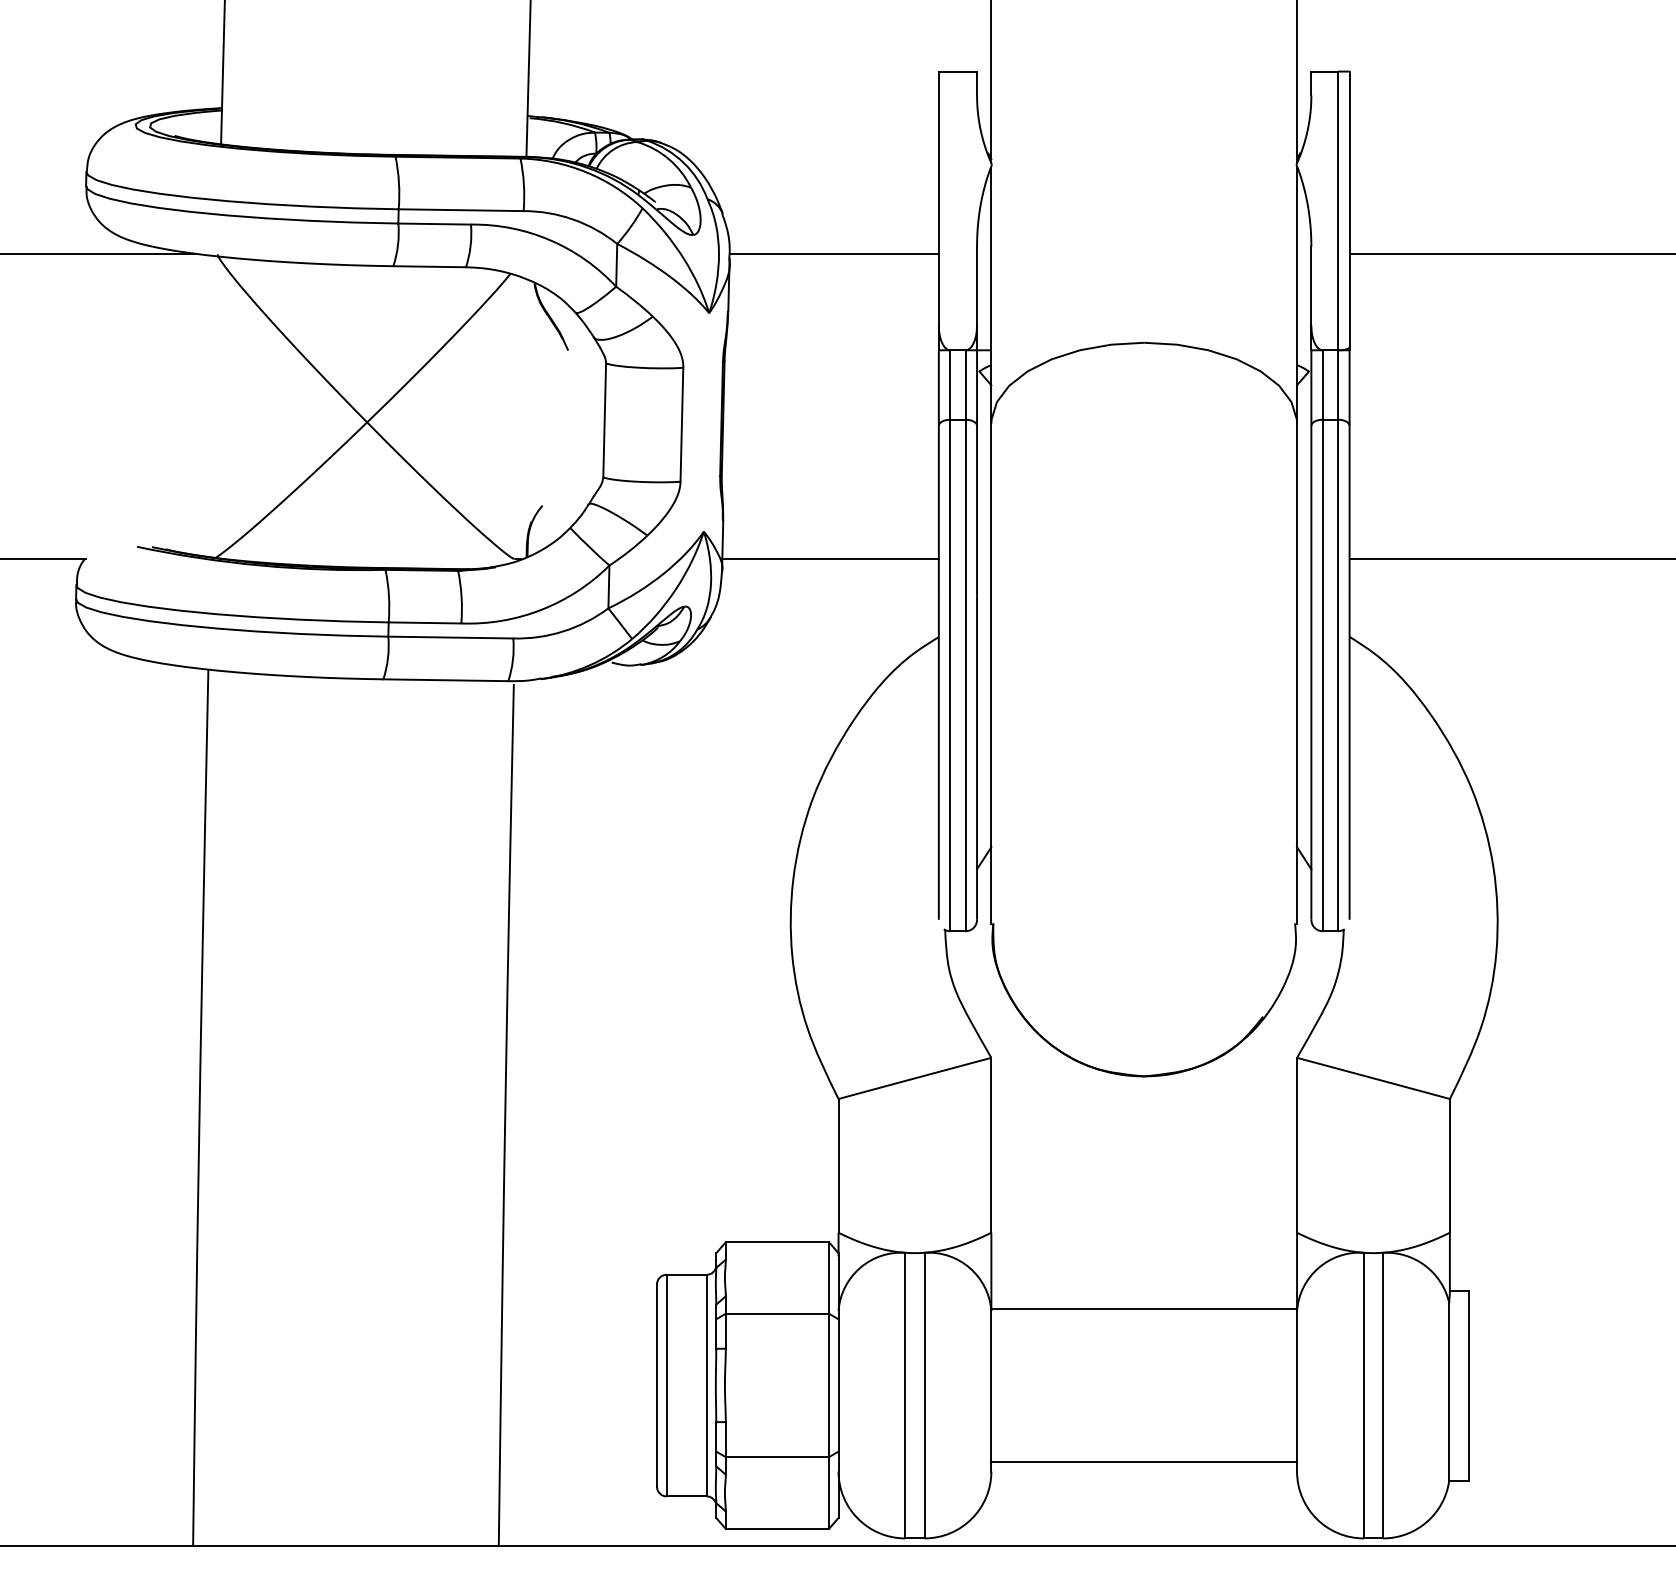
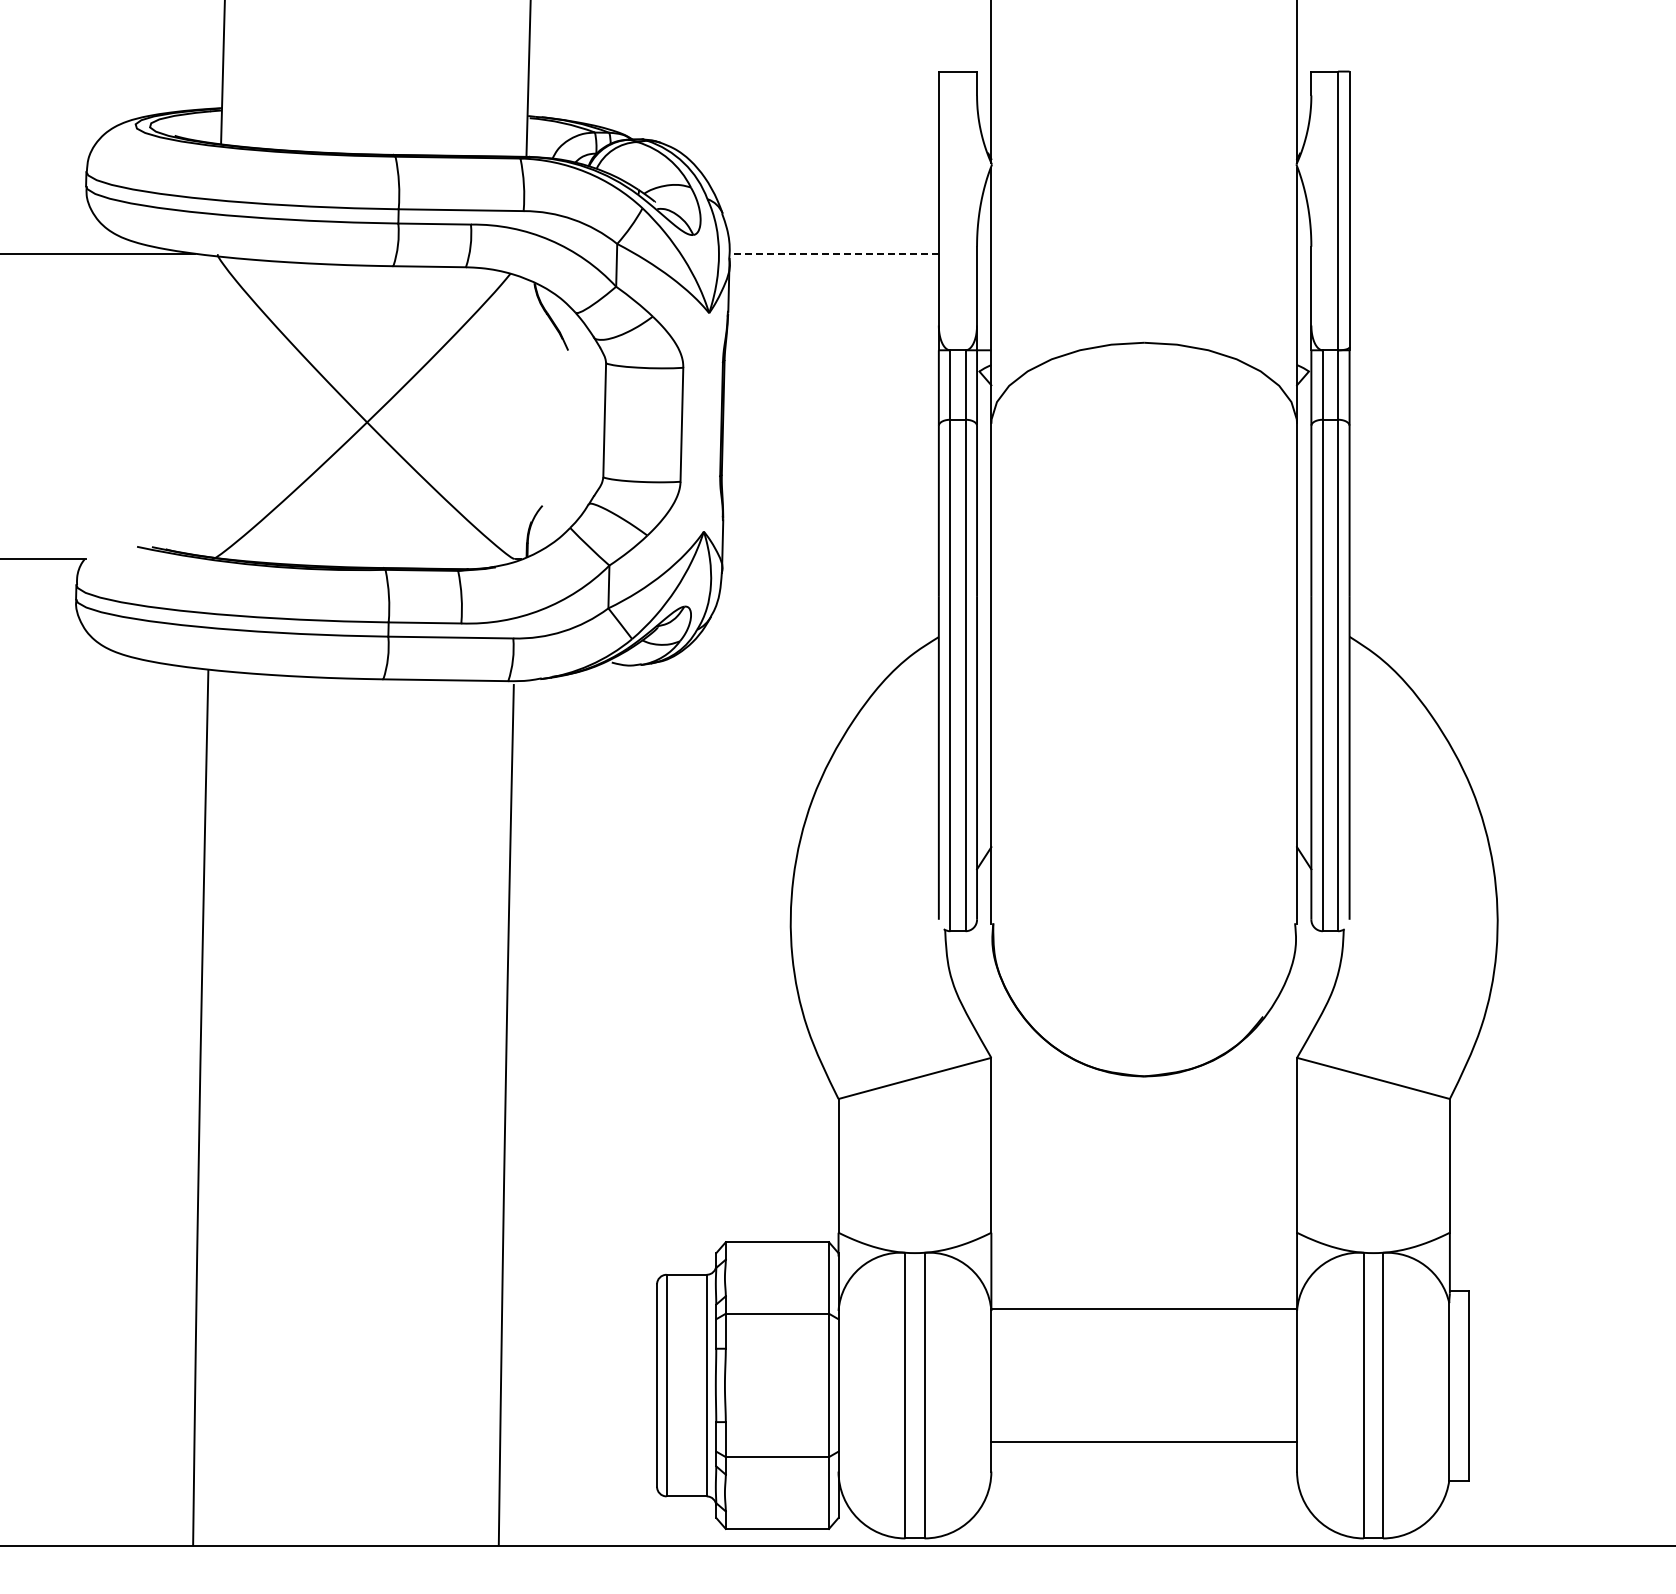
line at (834, 253): solid -> dashed
line at (1510, 253): present -> none
line at (830, 559): present -> none
line at (1510, 559): present -> none
line at (1144, 1462) position: (1144, 1462) -> (1144, 1442)
